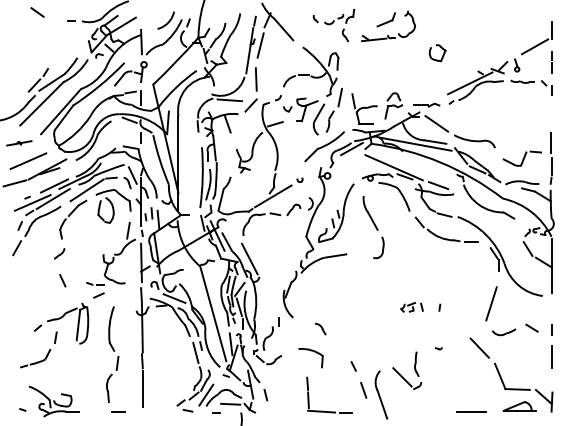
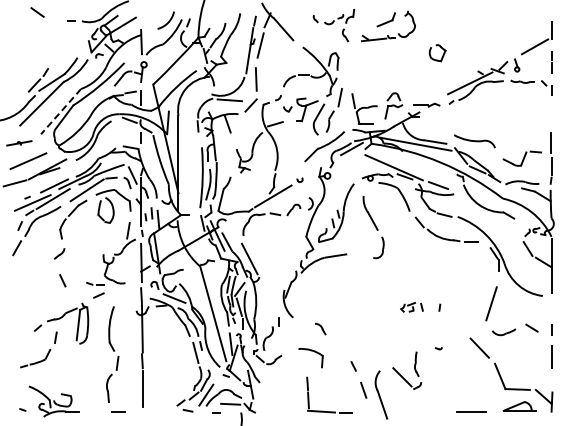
line at (60, 112): solid -> dashed
line at (436, 123): present -> none
line at (265, 395): present -> none
